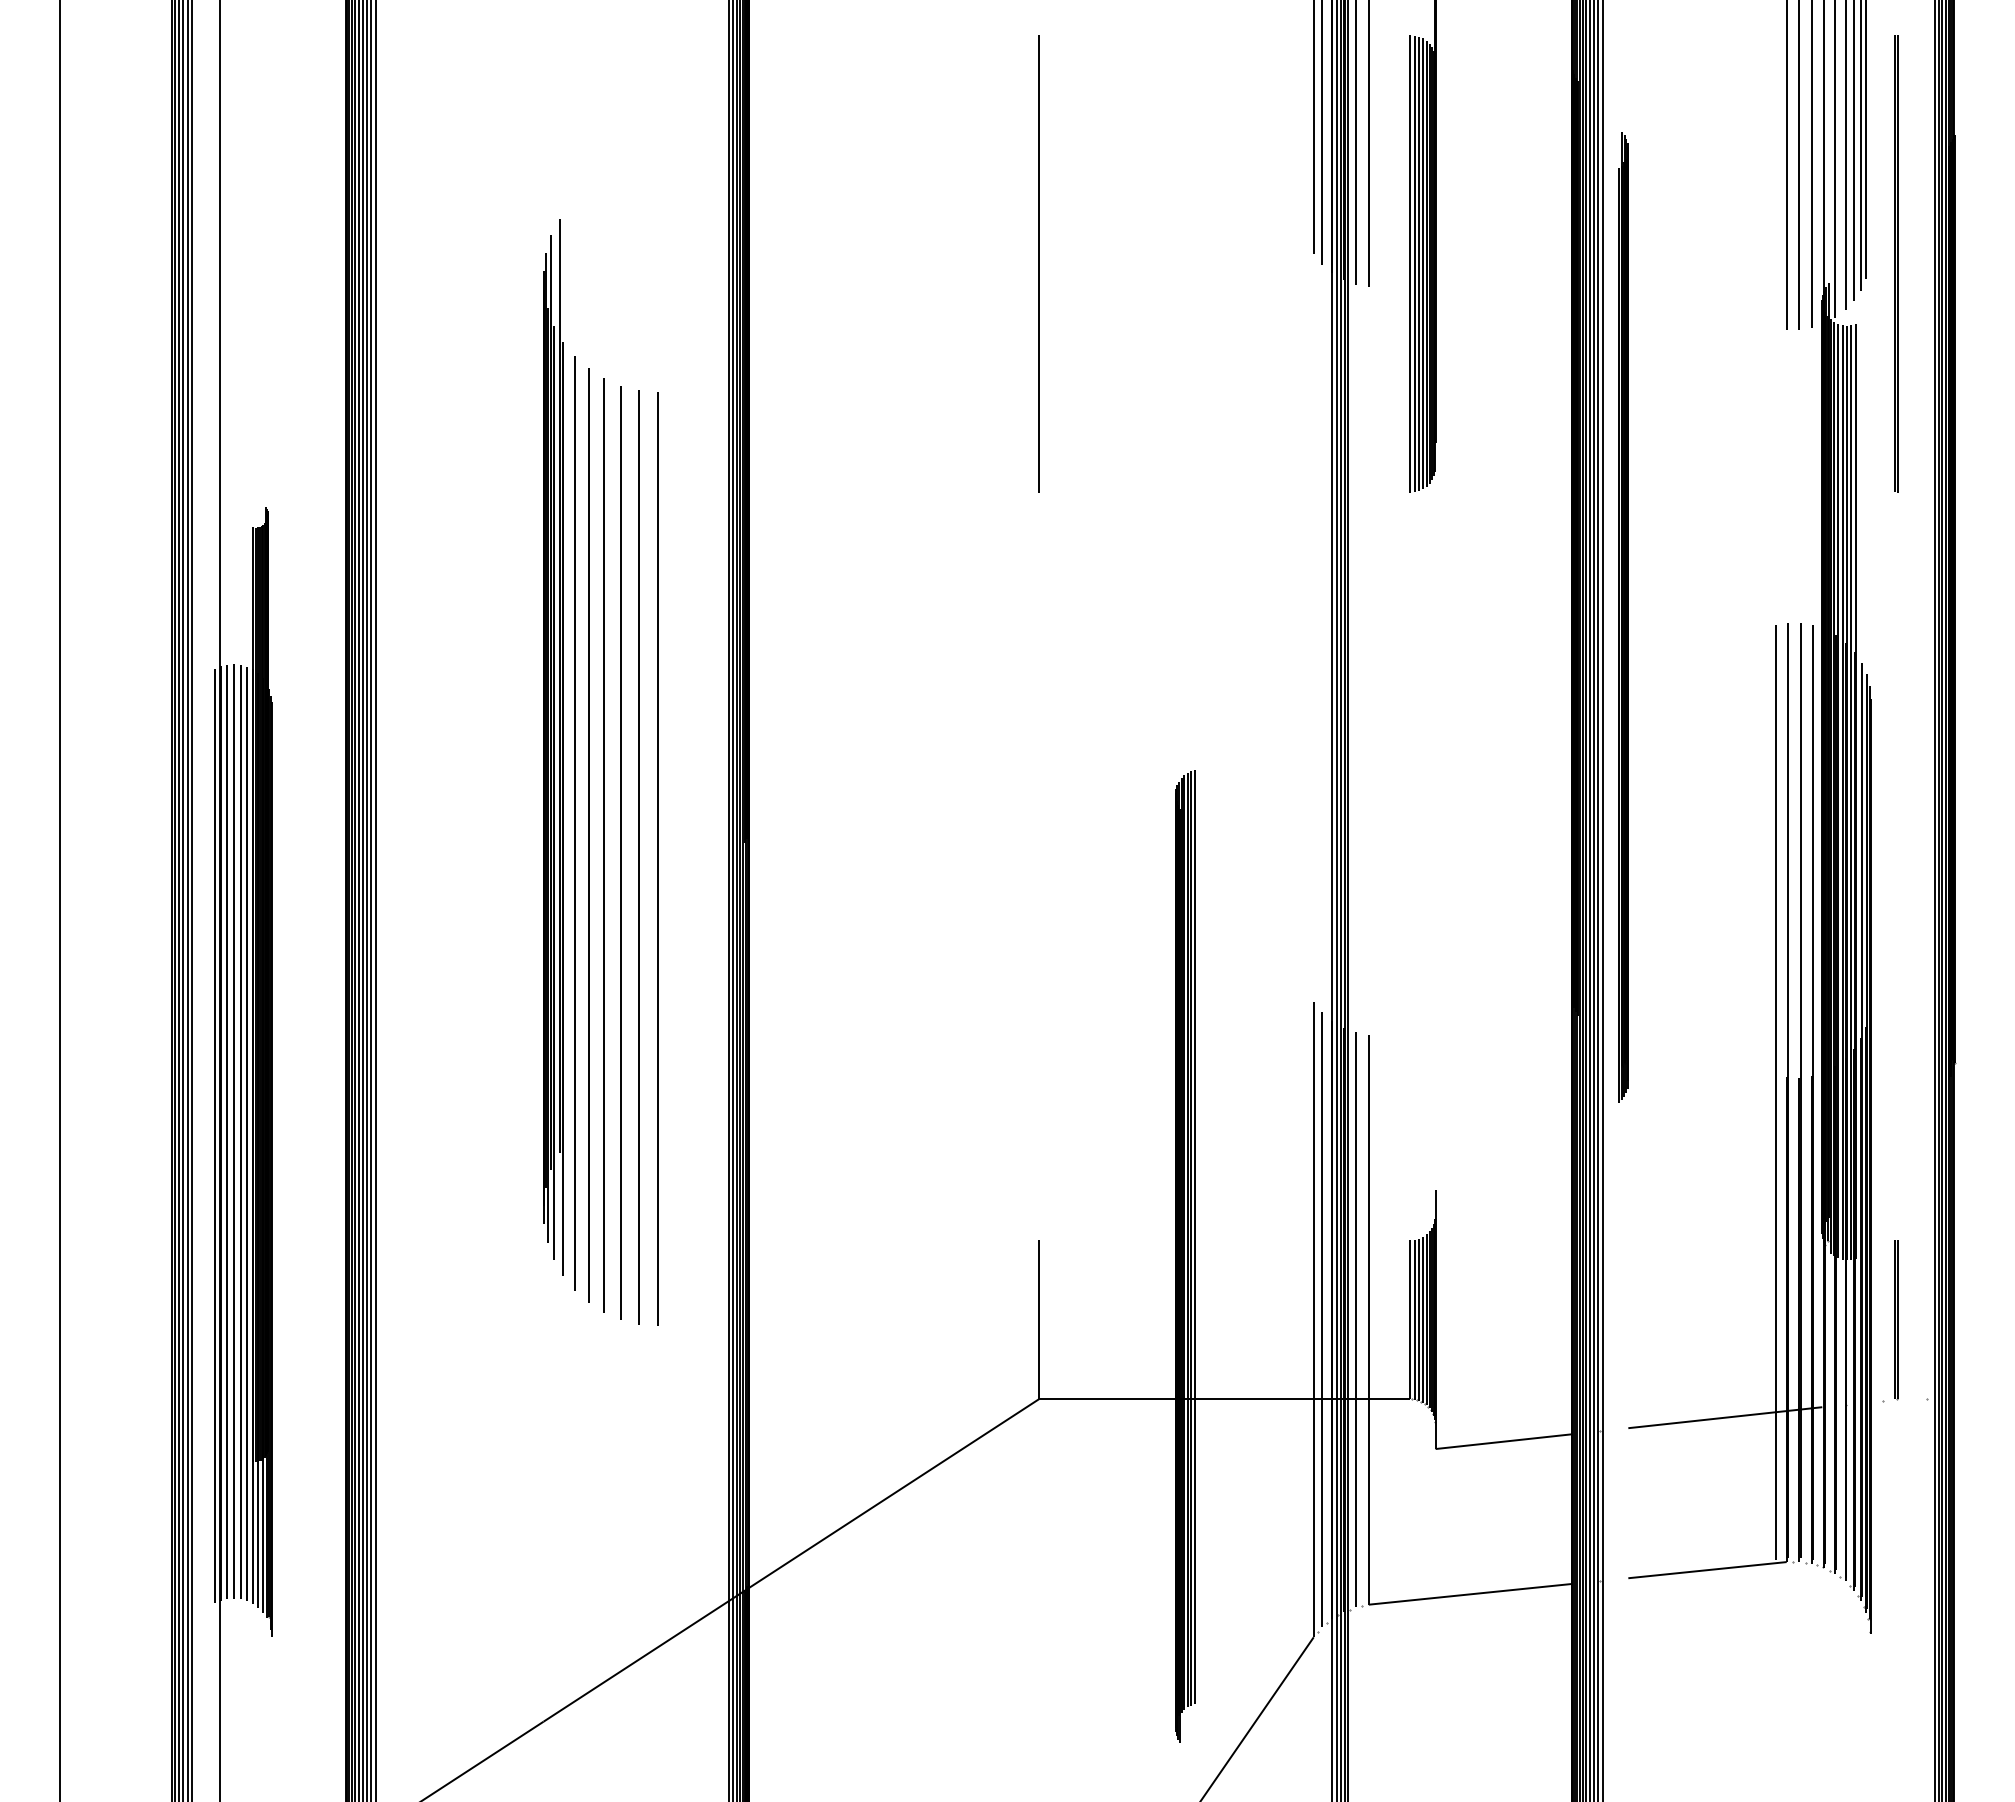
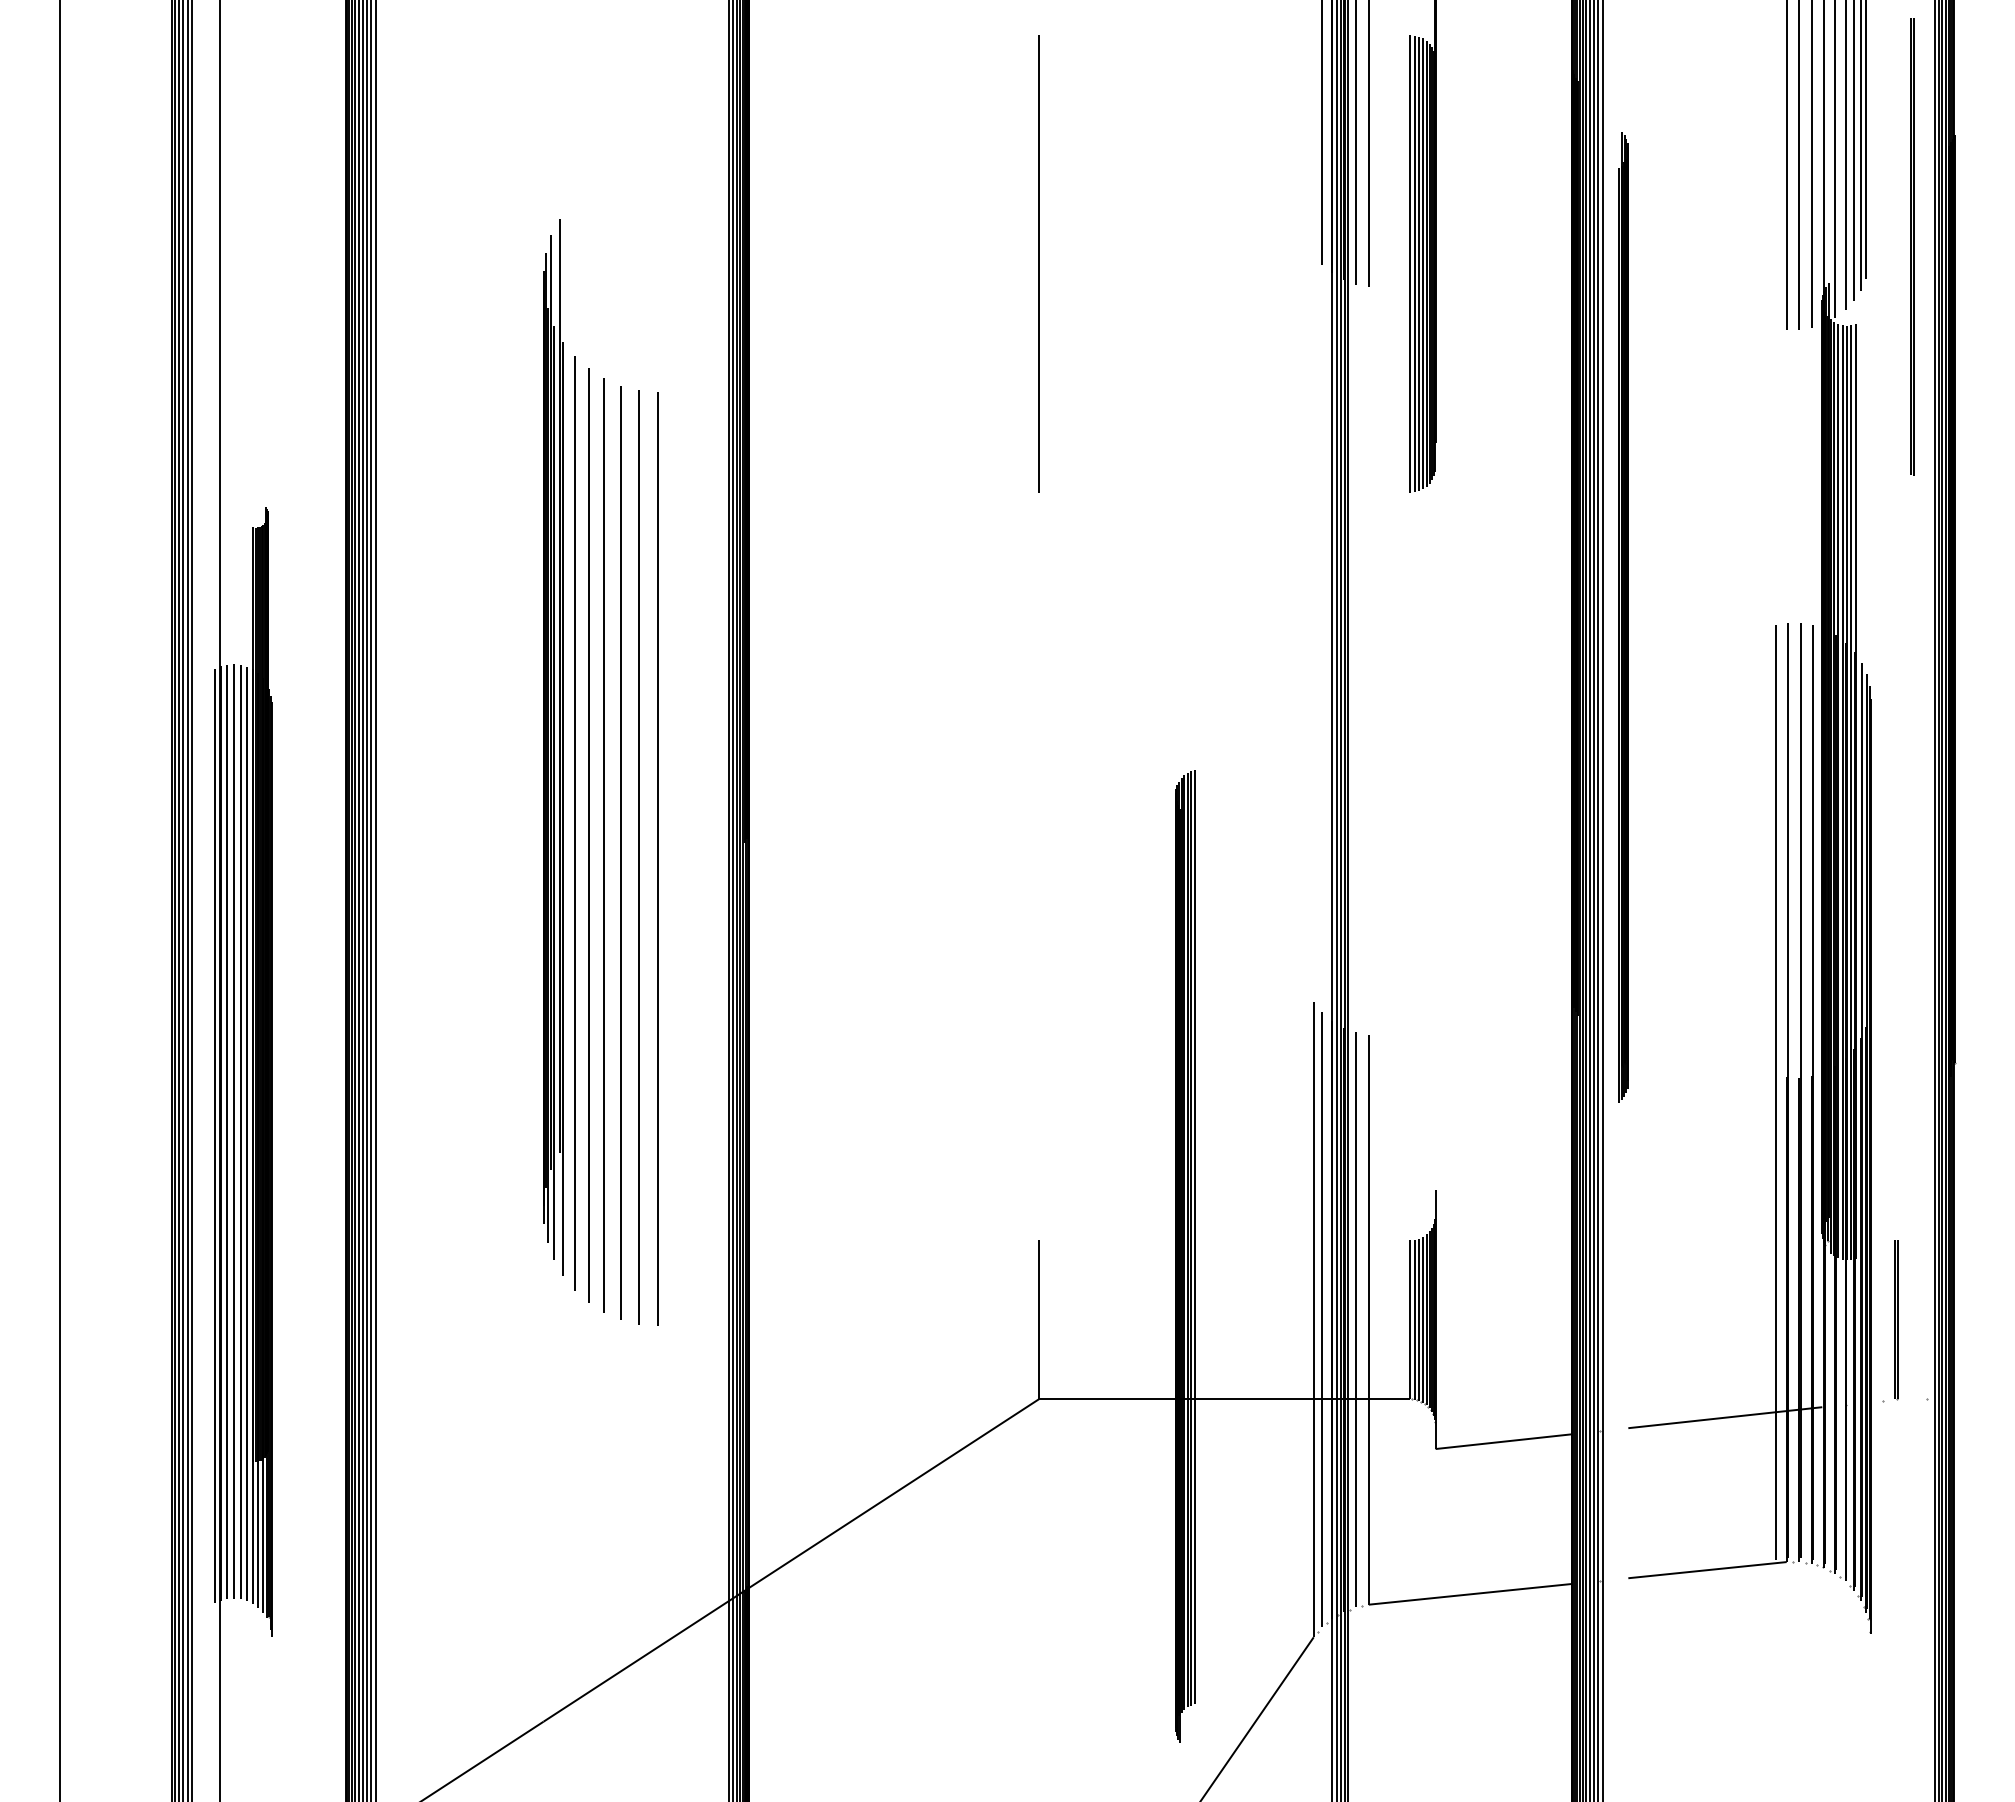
line at (1313, 128): present -> none
line at (1895, 263) position: (1895, 263) -> (1911, 246)
